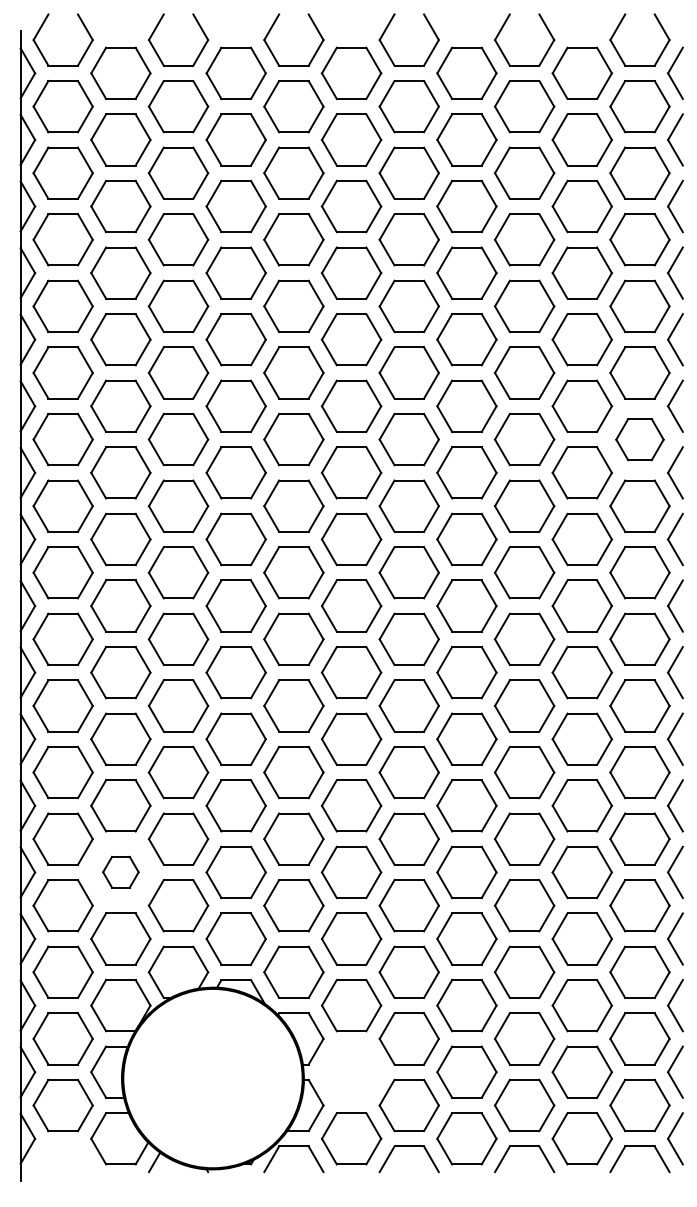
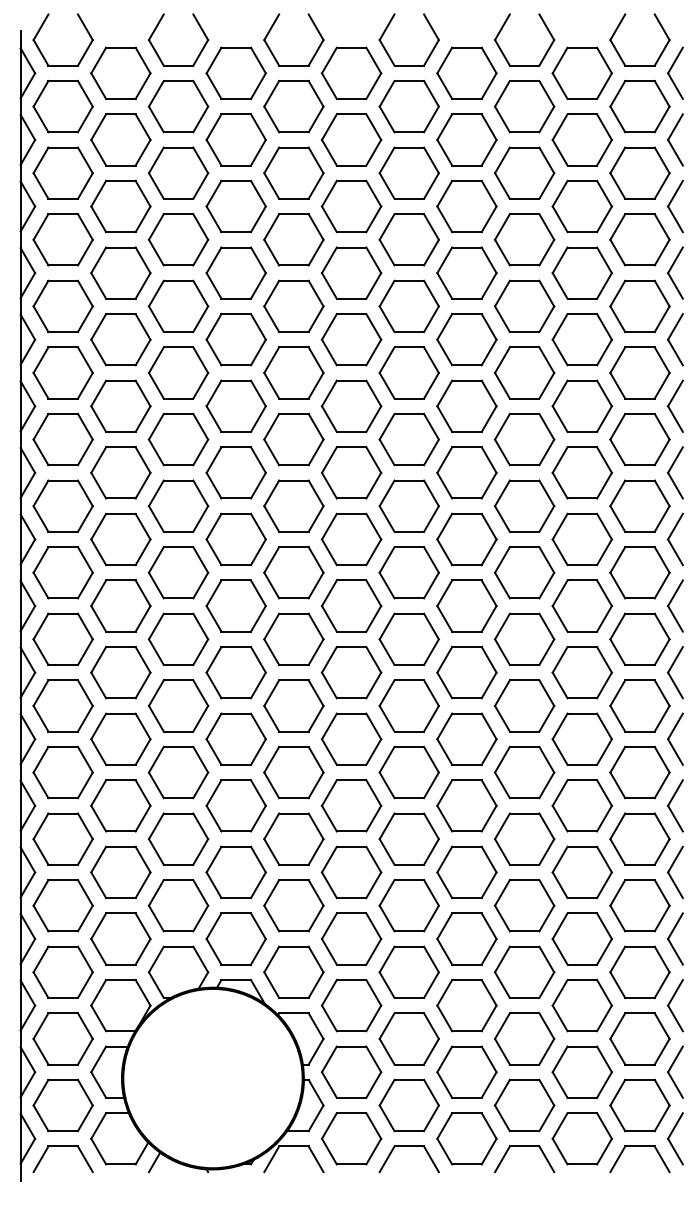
part at (639, 439) size: 50x44 px -> 62x54 px
part at (120, 871) size: 38x34 px -> 62x54 px
part at (351, 1071): none -> present
part at (62, 1146): none -> present
